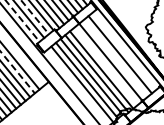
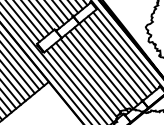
line at (35, 17): dashed -> solid
line at (22, 20): dashed -> solid
line at (124, 50): none -> present
line at (115, 58): none -> present
line at (23, 60): none -> present
line at (106, 65): none -> present
line at (45, 68): none -> present
line at (17, 72): dashed -> solid
line at (75, 85): none -> present
